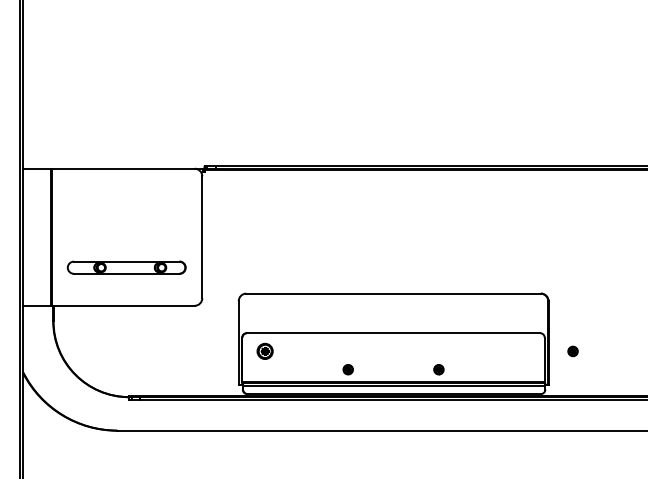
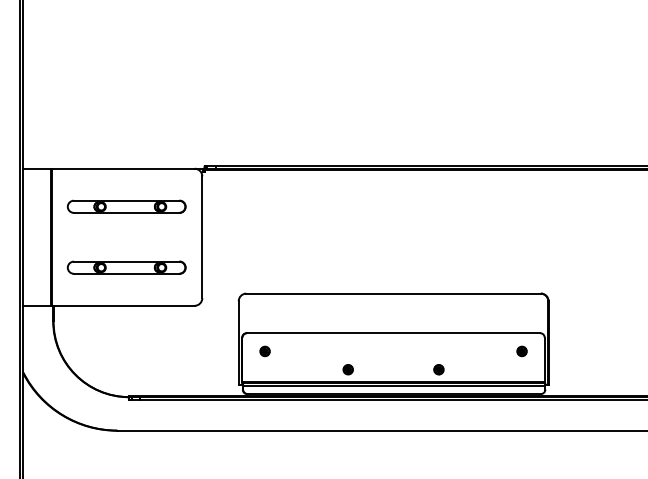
part at (126, 206): none -> present
part at (264, 350) size: 18x18 px -> 12x13 px
part at (572, 351) position: (572, 351) -> (521, 351)
